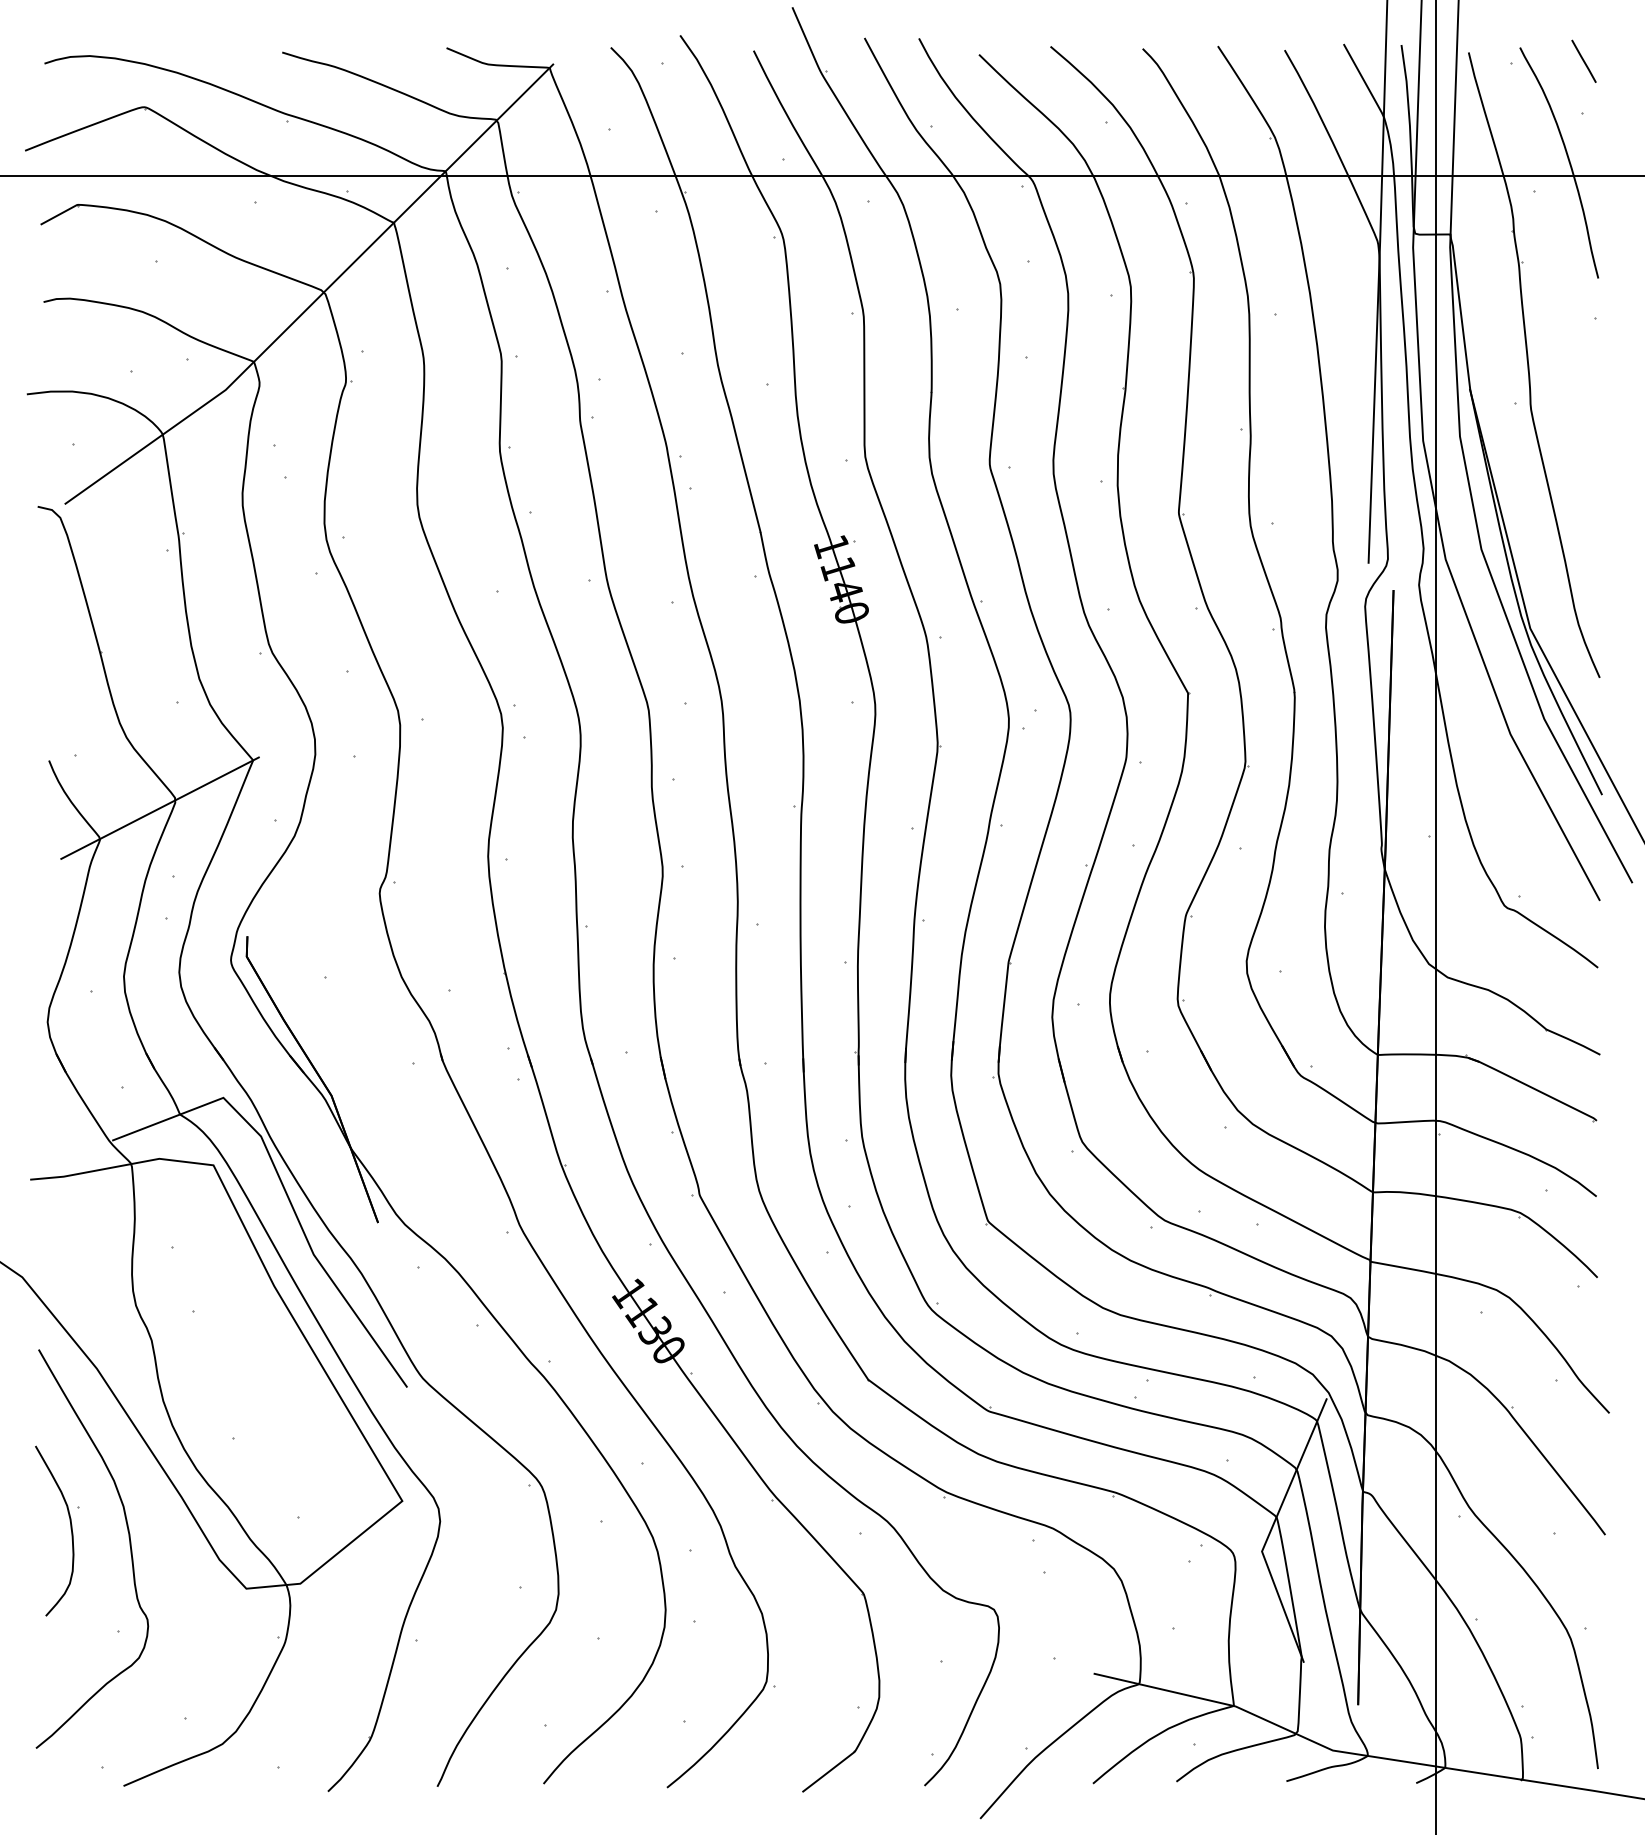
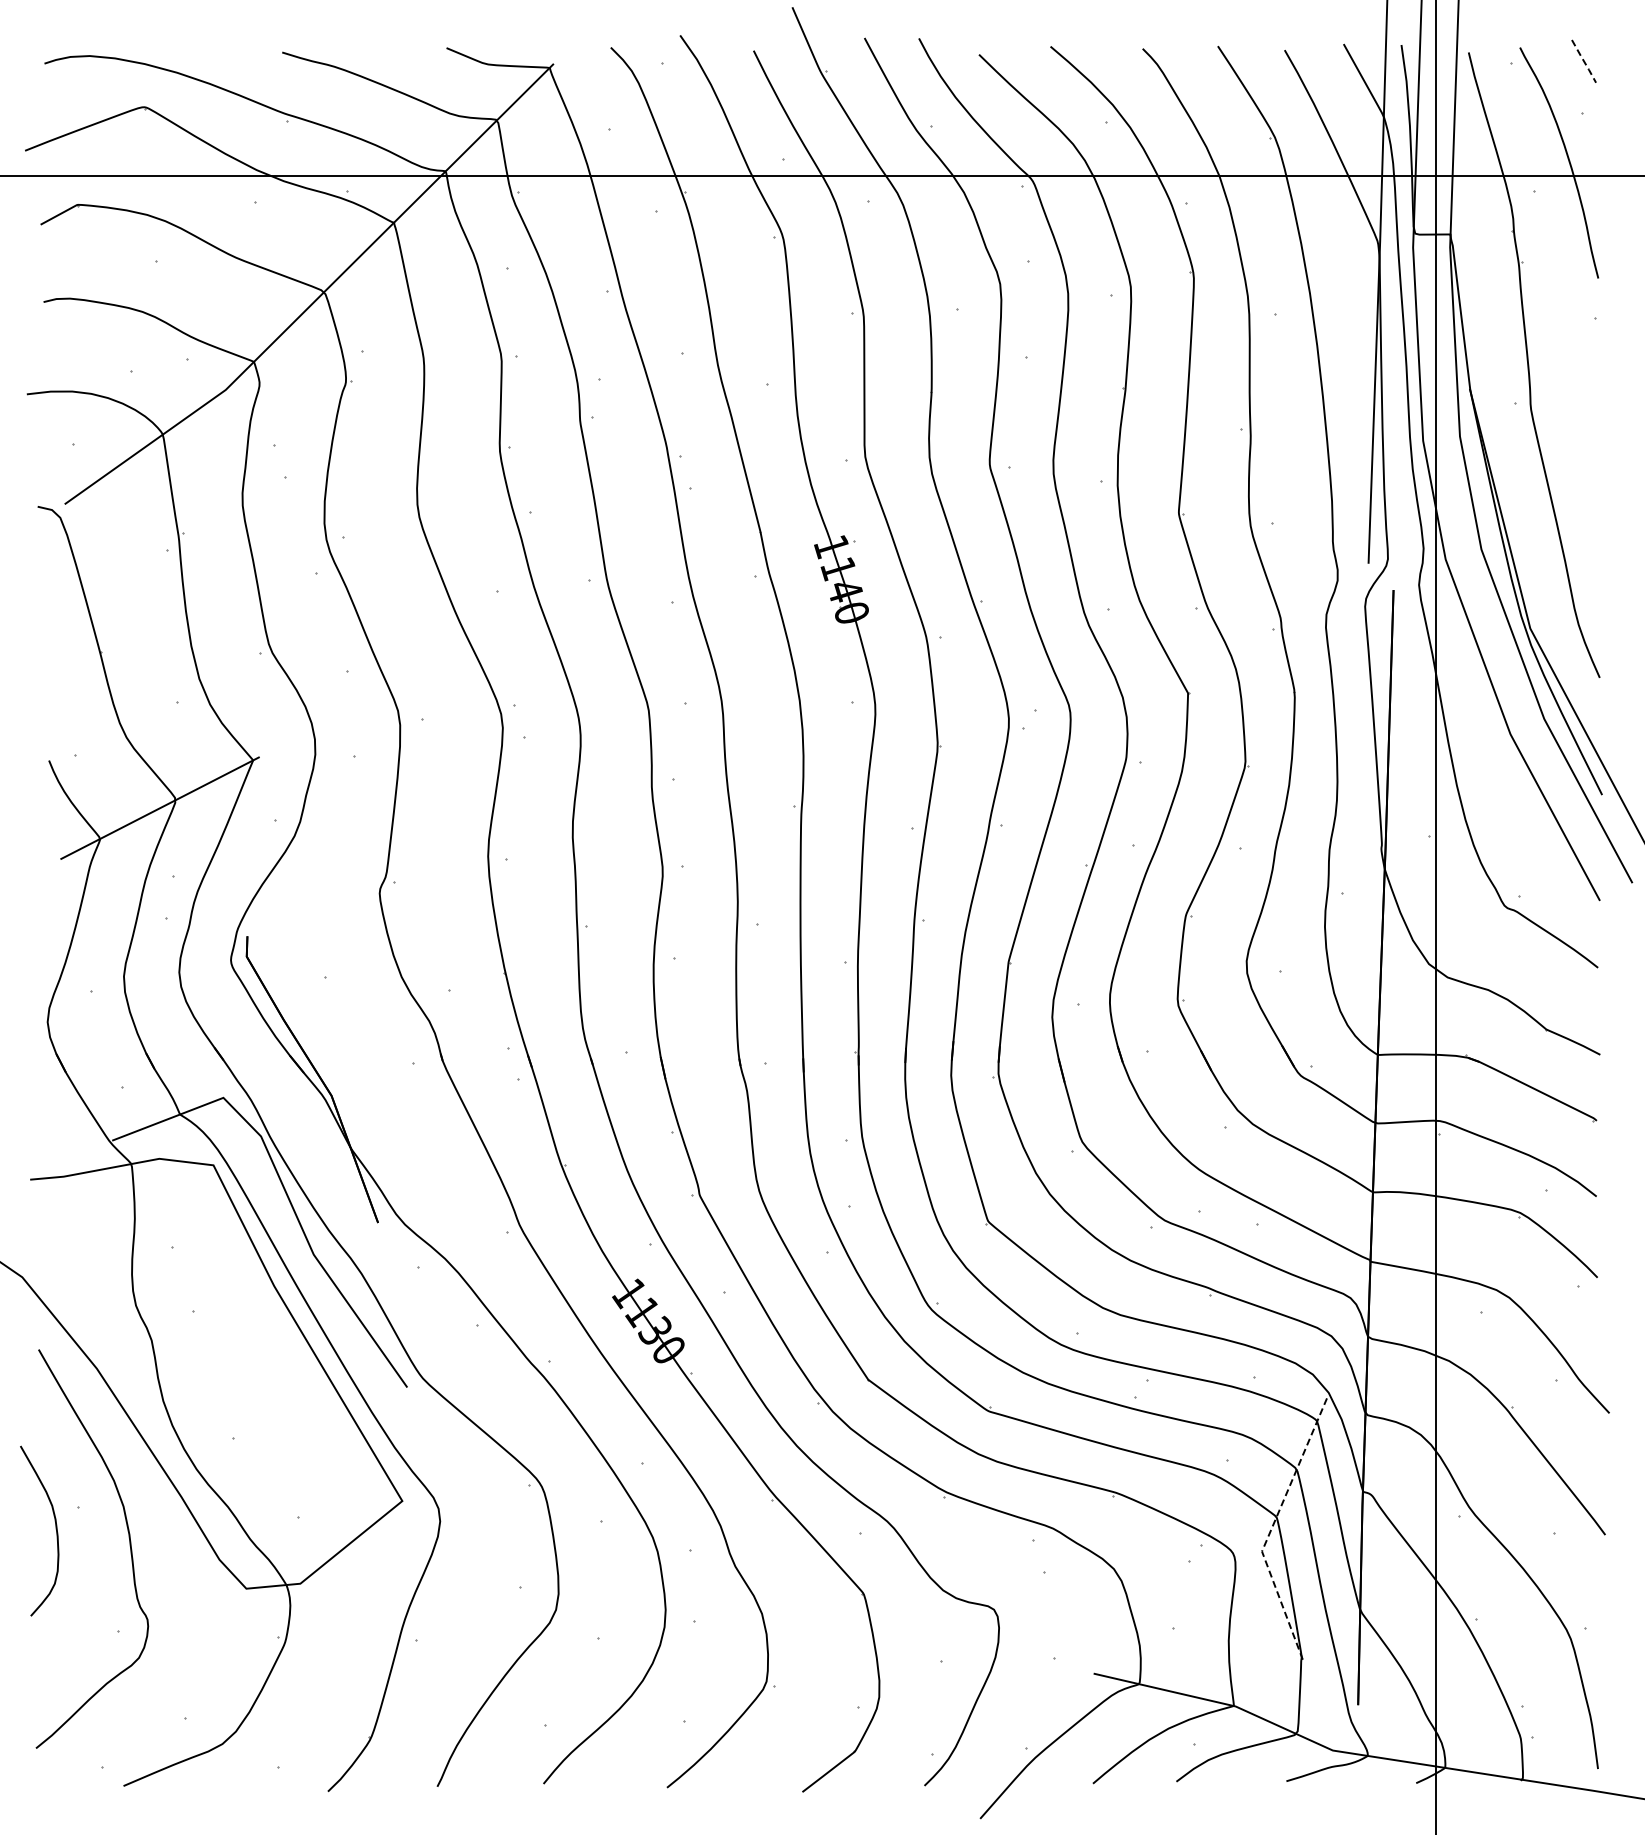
line at (1583, 61): solid -> dashed
curve at (70, 1529) position: (70, 1529) -> (55, 1529)
line at (1270, 1530): solid -> dashed
